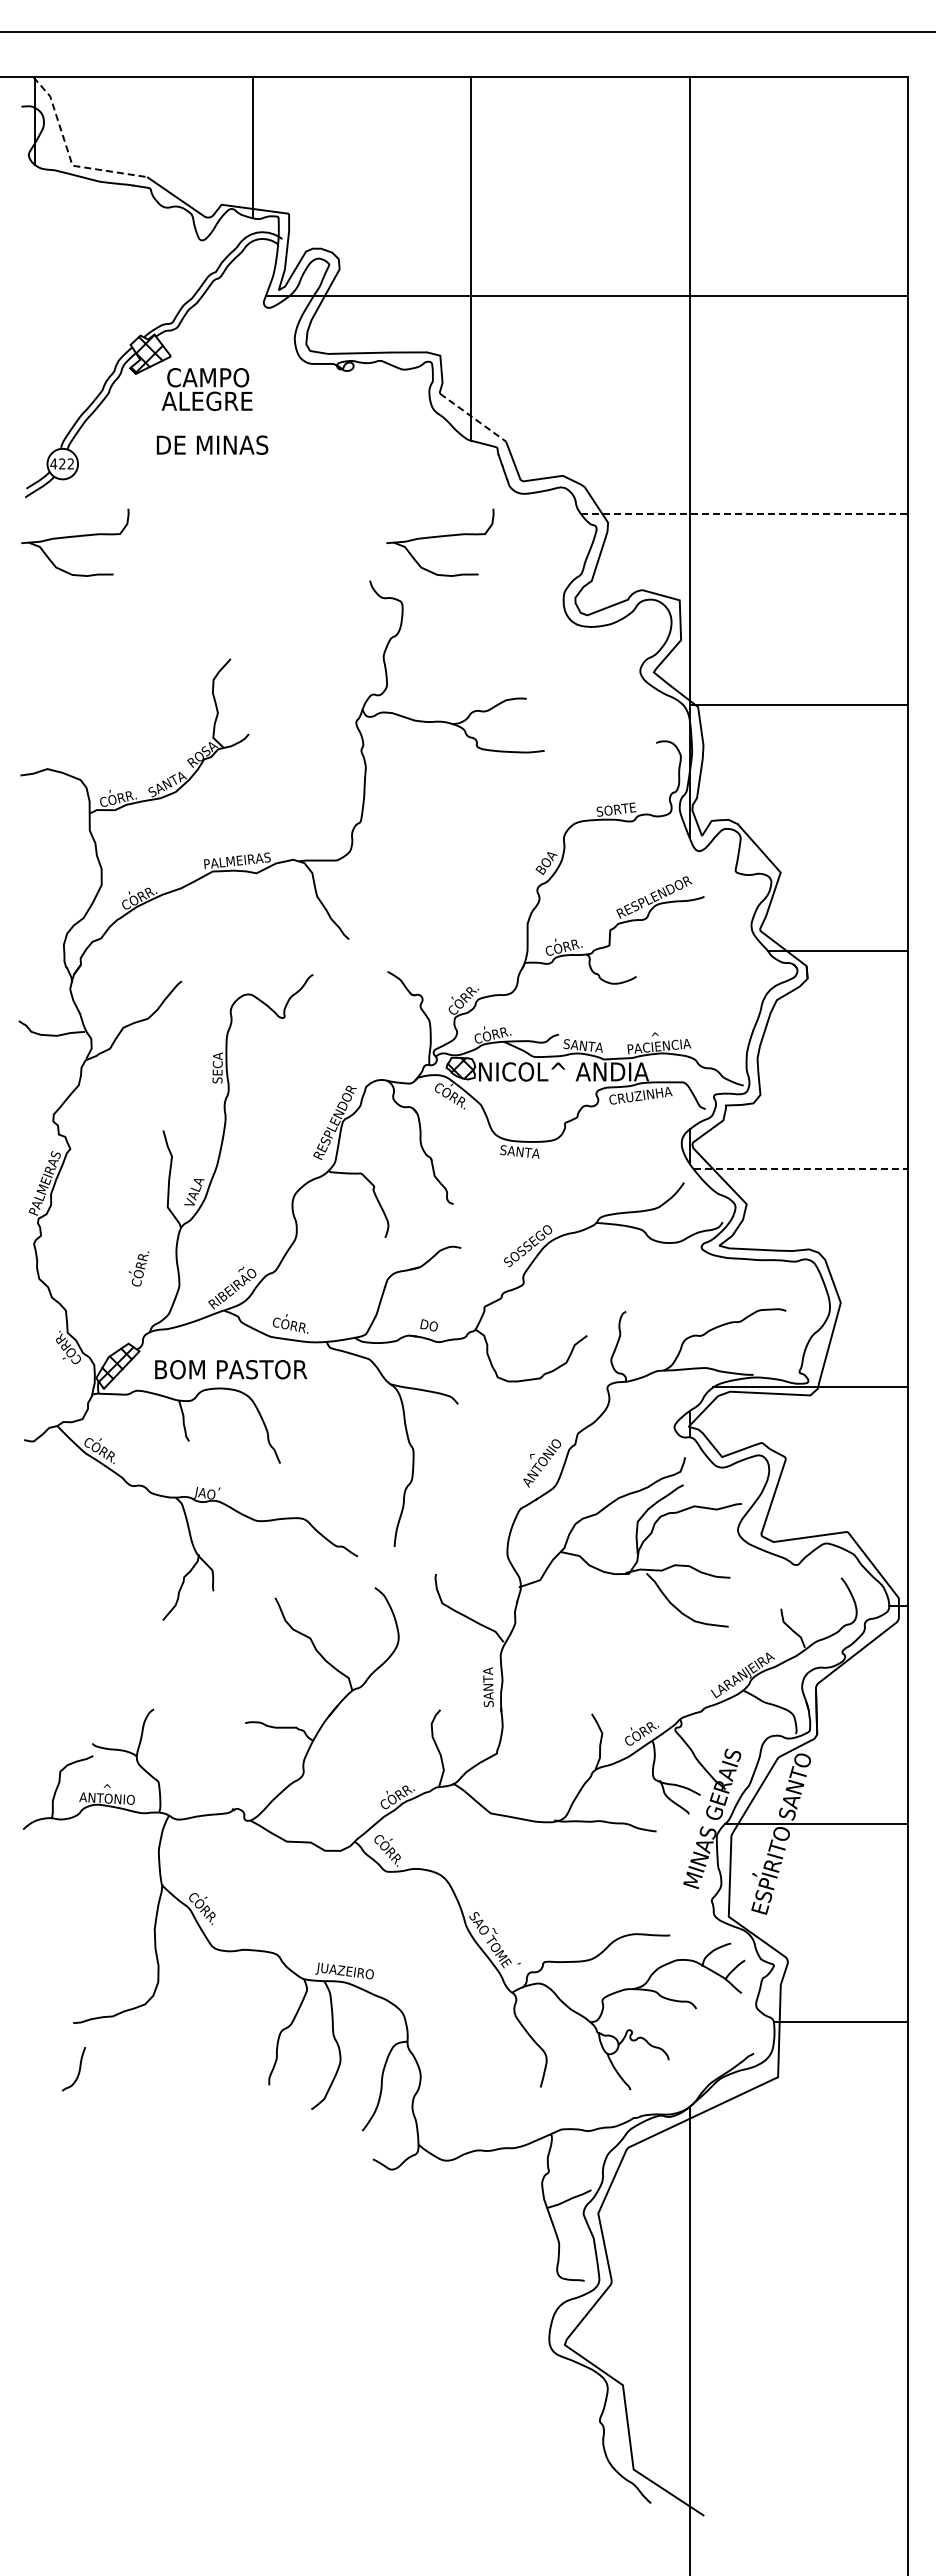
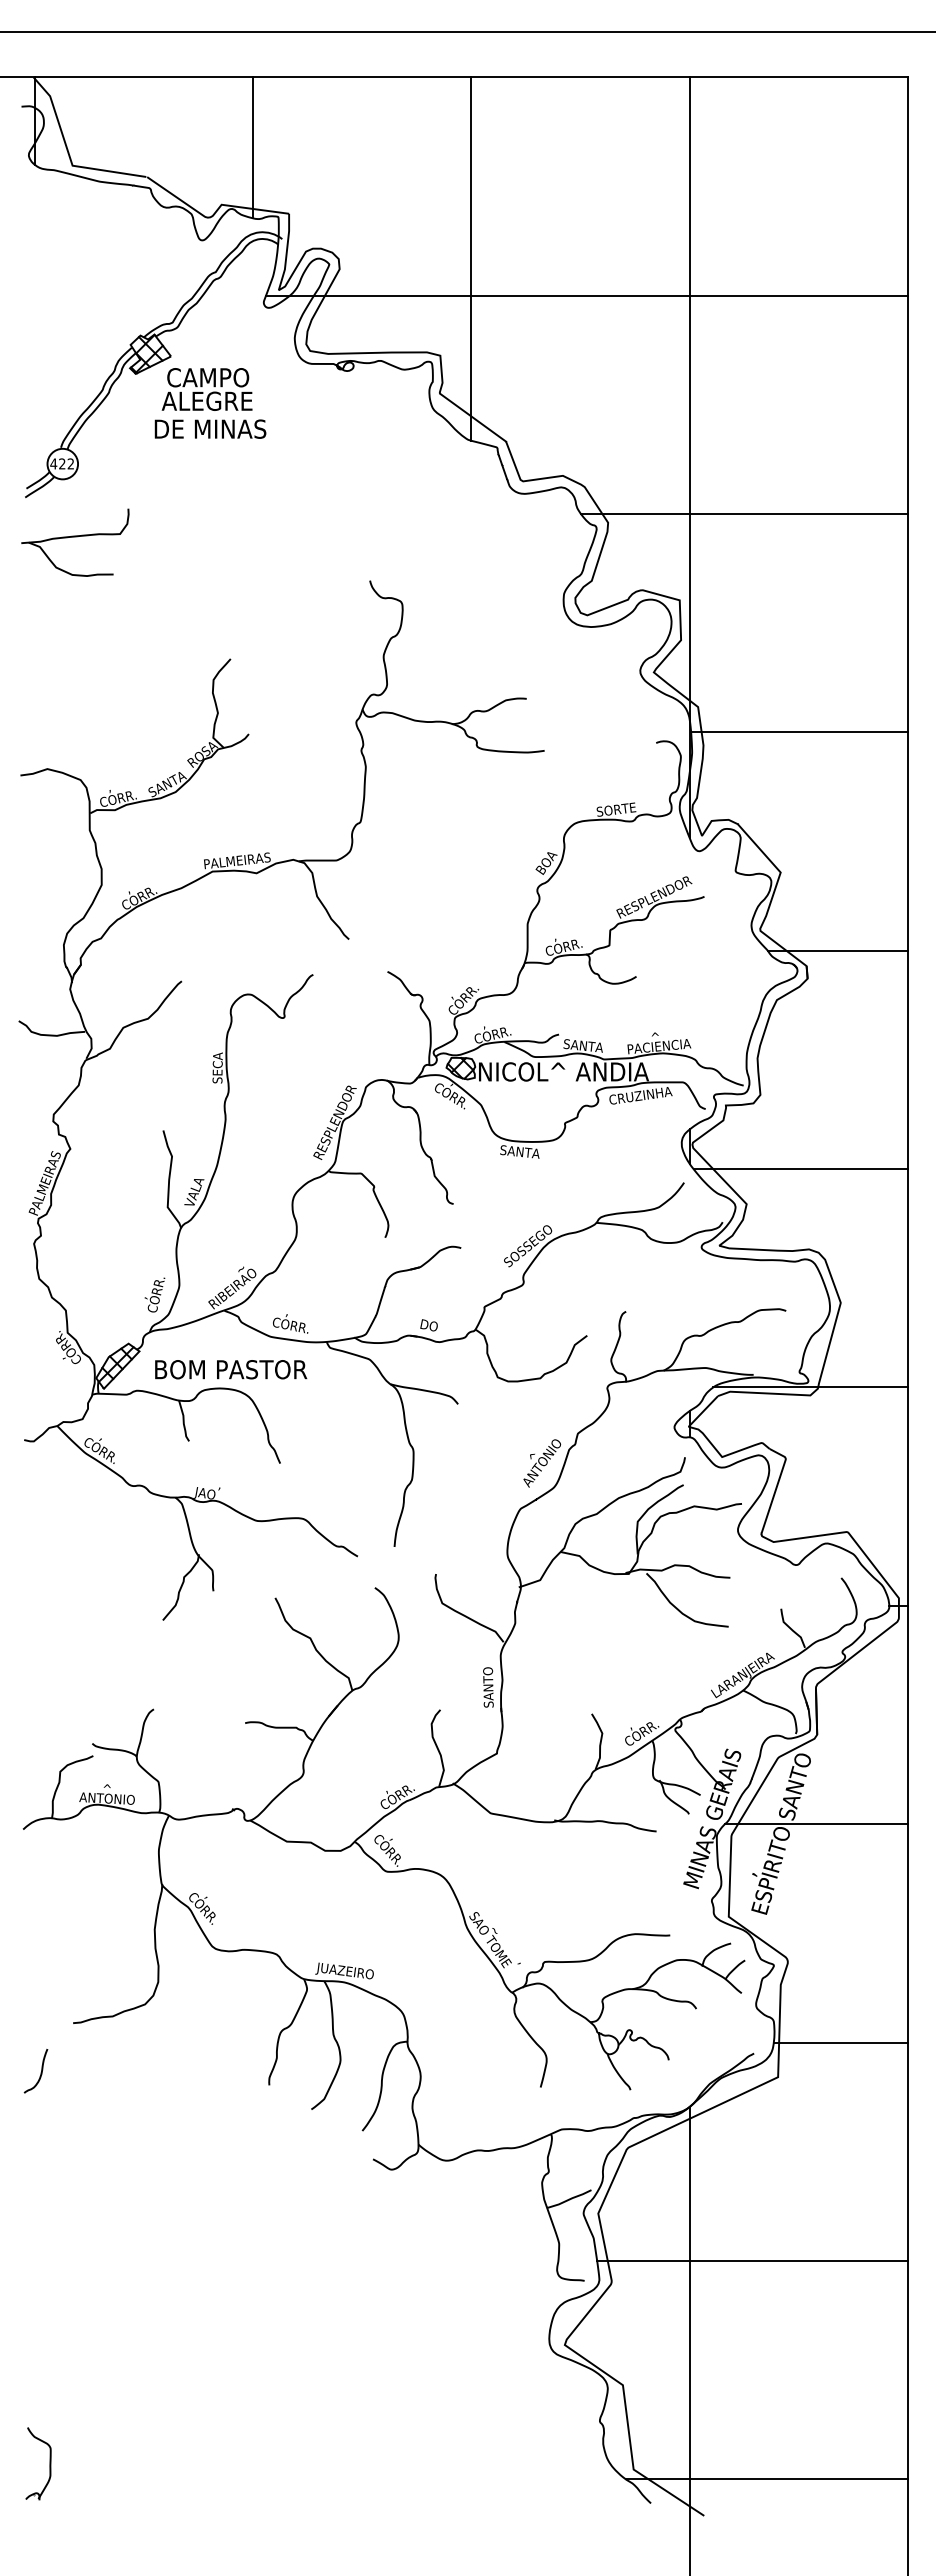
line at (68, 154): dashed -> solid
line at (473, 417): dashed -> solid
text at (212, 444) position: (212, 444) -> (210, 428)
line at (744, 514): dashed -> solid
part at (440, 542): present -> none
line at (799, 705) position: (799, 705) -> (799, 732)
line at (801, 1169): dashed -> solid
text at (138, 1268) position: (138, 1268) -> (154, 1294)
text at (488, 1687): SANTA -> SANTO
line at (840, 2021) position: (840, 2021) -> (840, 2042)
curve at (78, 2070) position: (78, 2070) -> (40, 2072)
line at (752, 2260): none -> present
part at (49, 2463): none -> present
line at (766, 2479): none -> present
